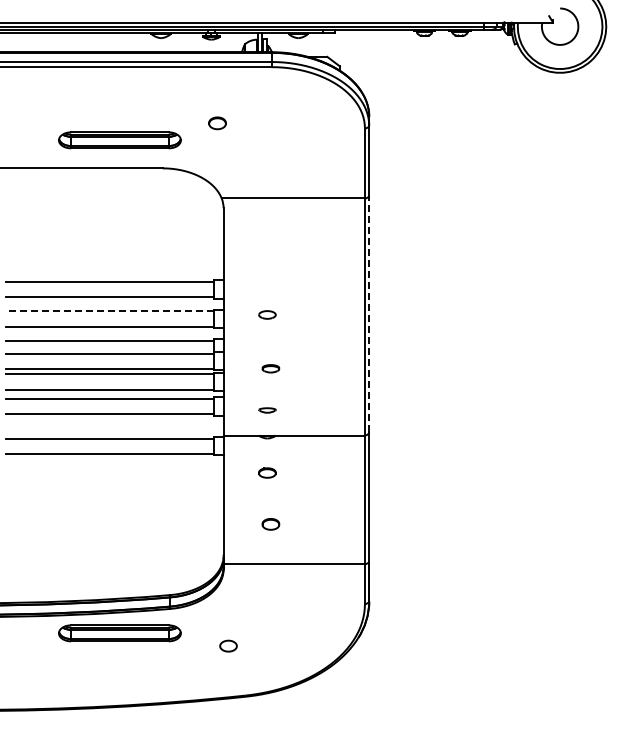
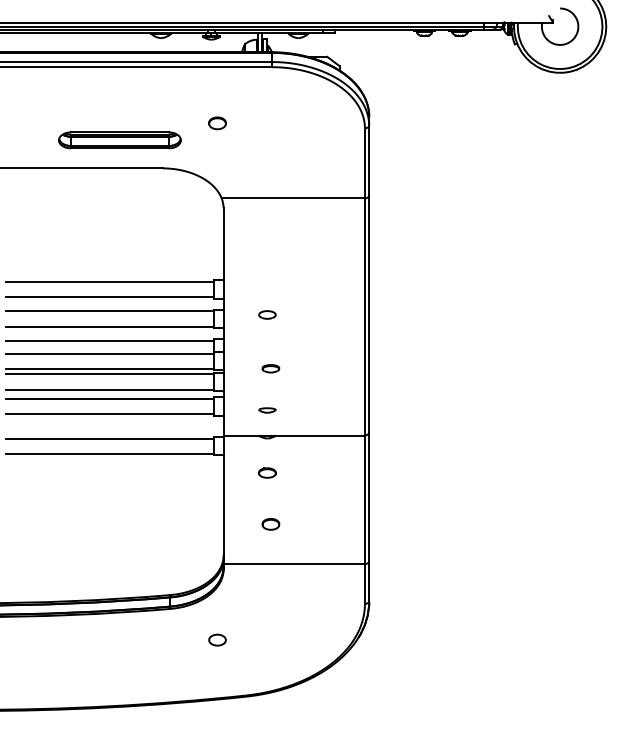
line at (109, 311): dashed -> solid
line at (369, 313): dashed -> solid
part at (119, 633): present -> none
part at (228, 645) position: (228, 645) -> (217, 639)
